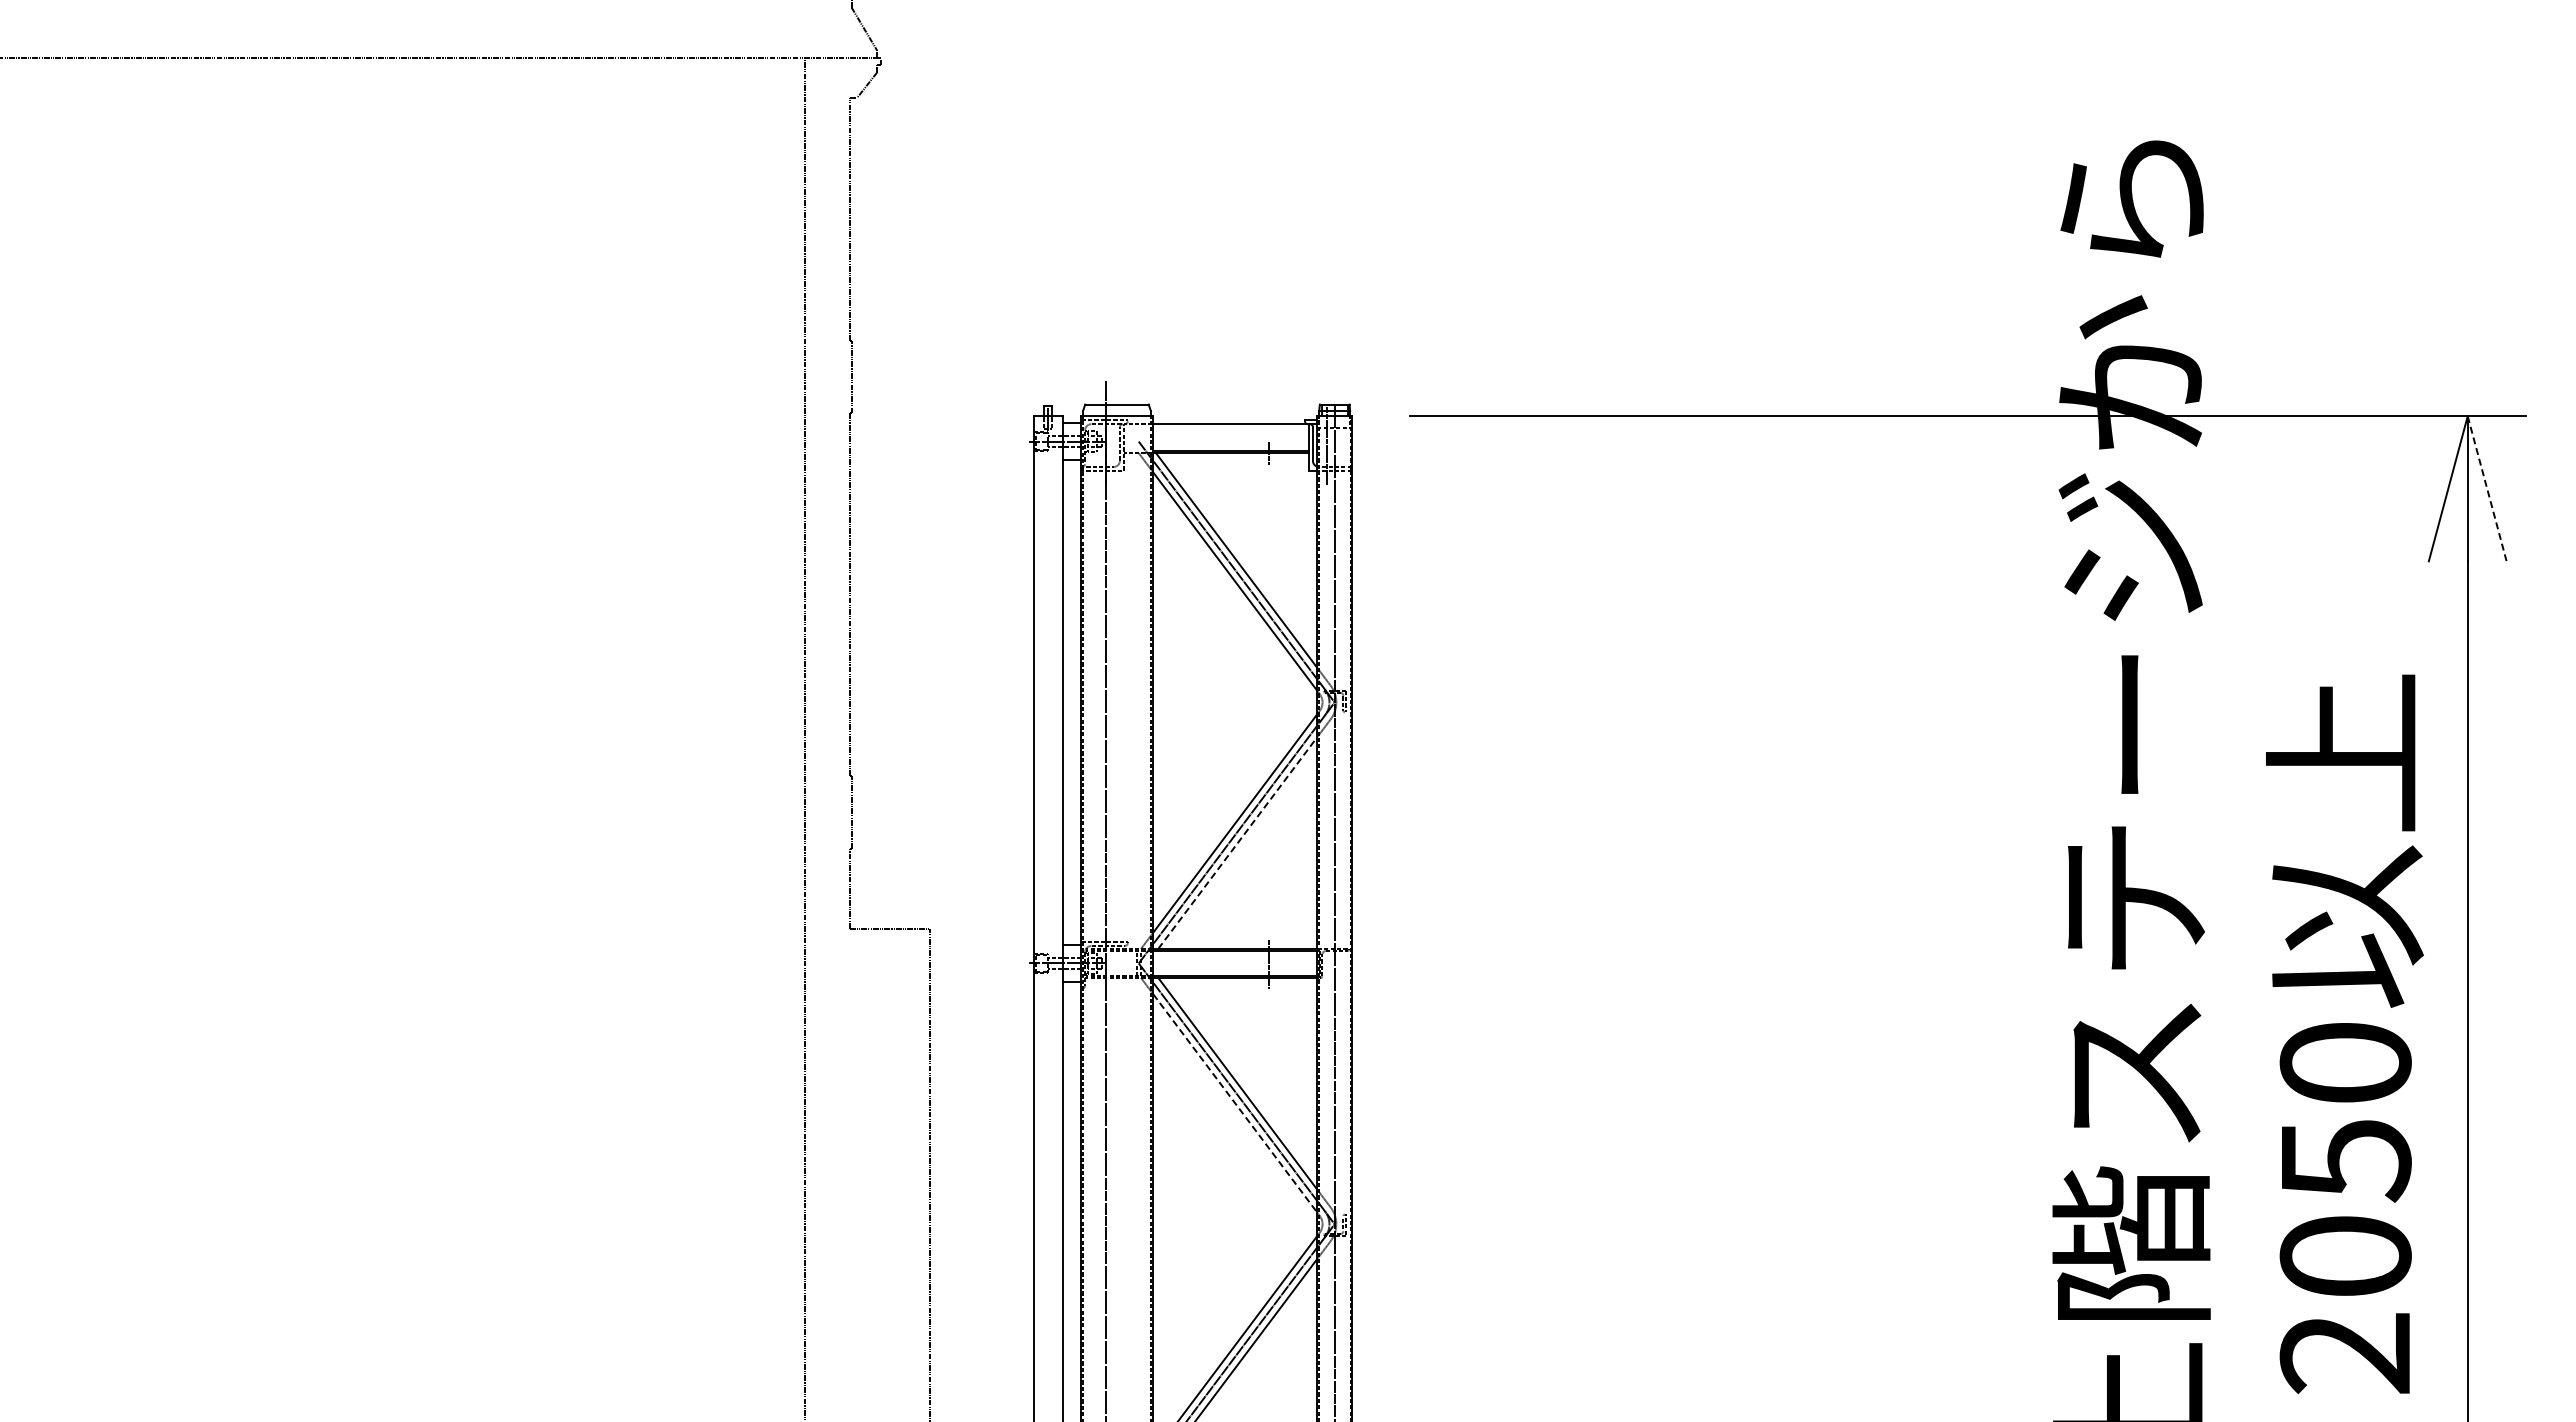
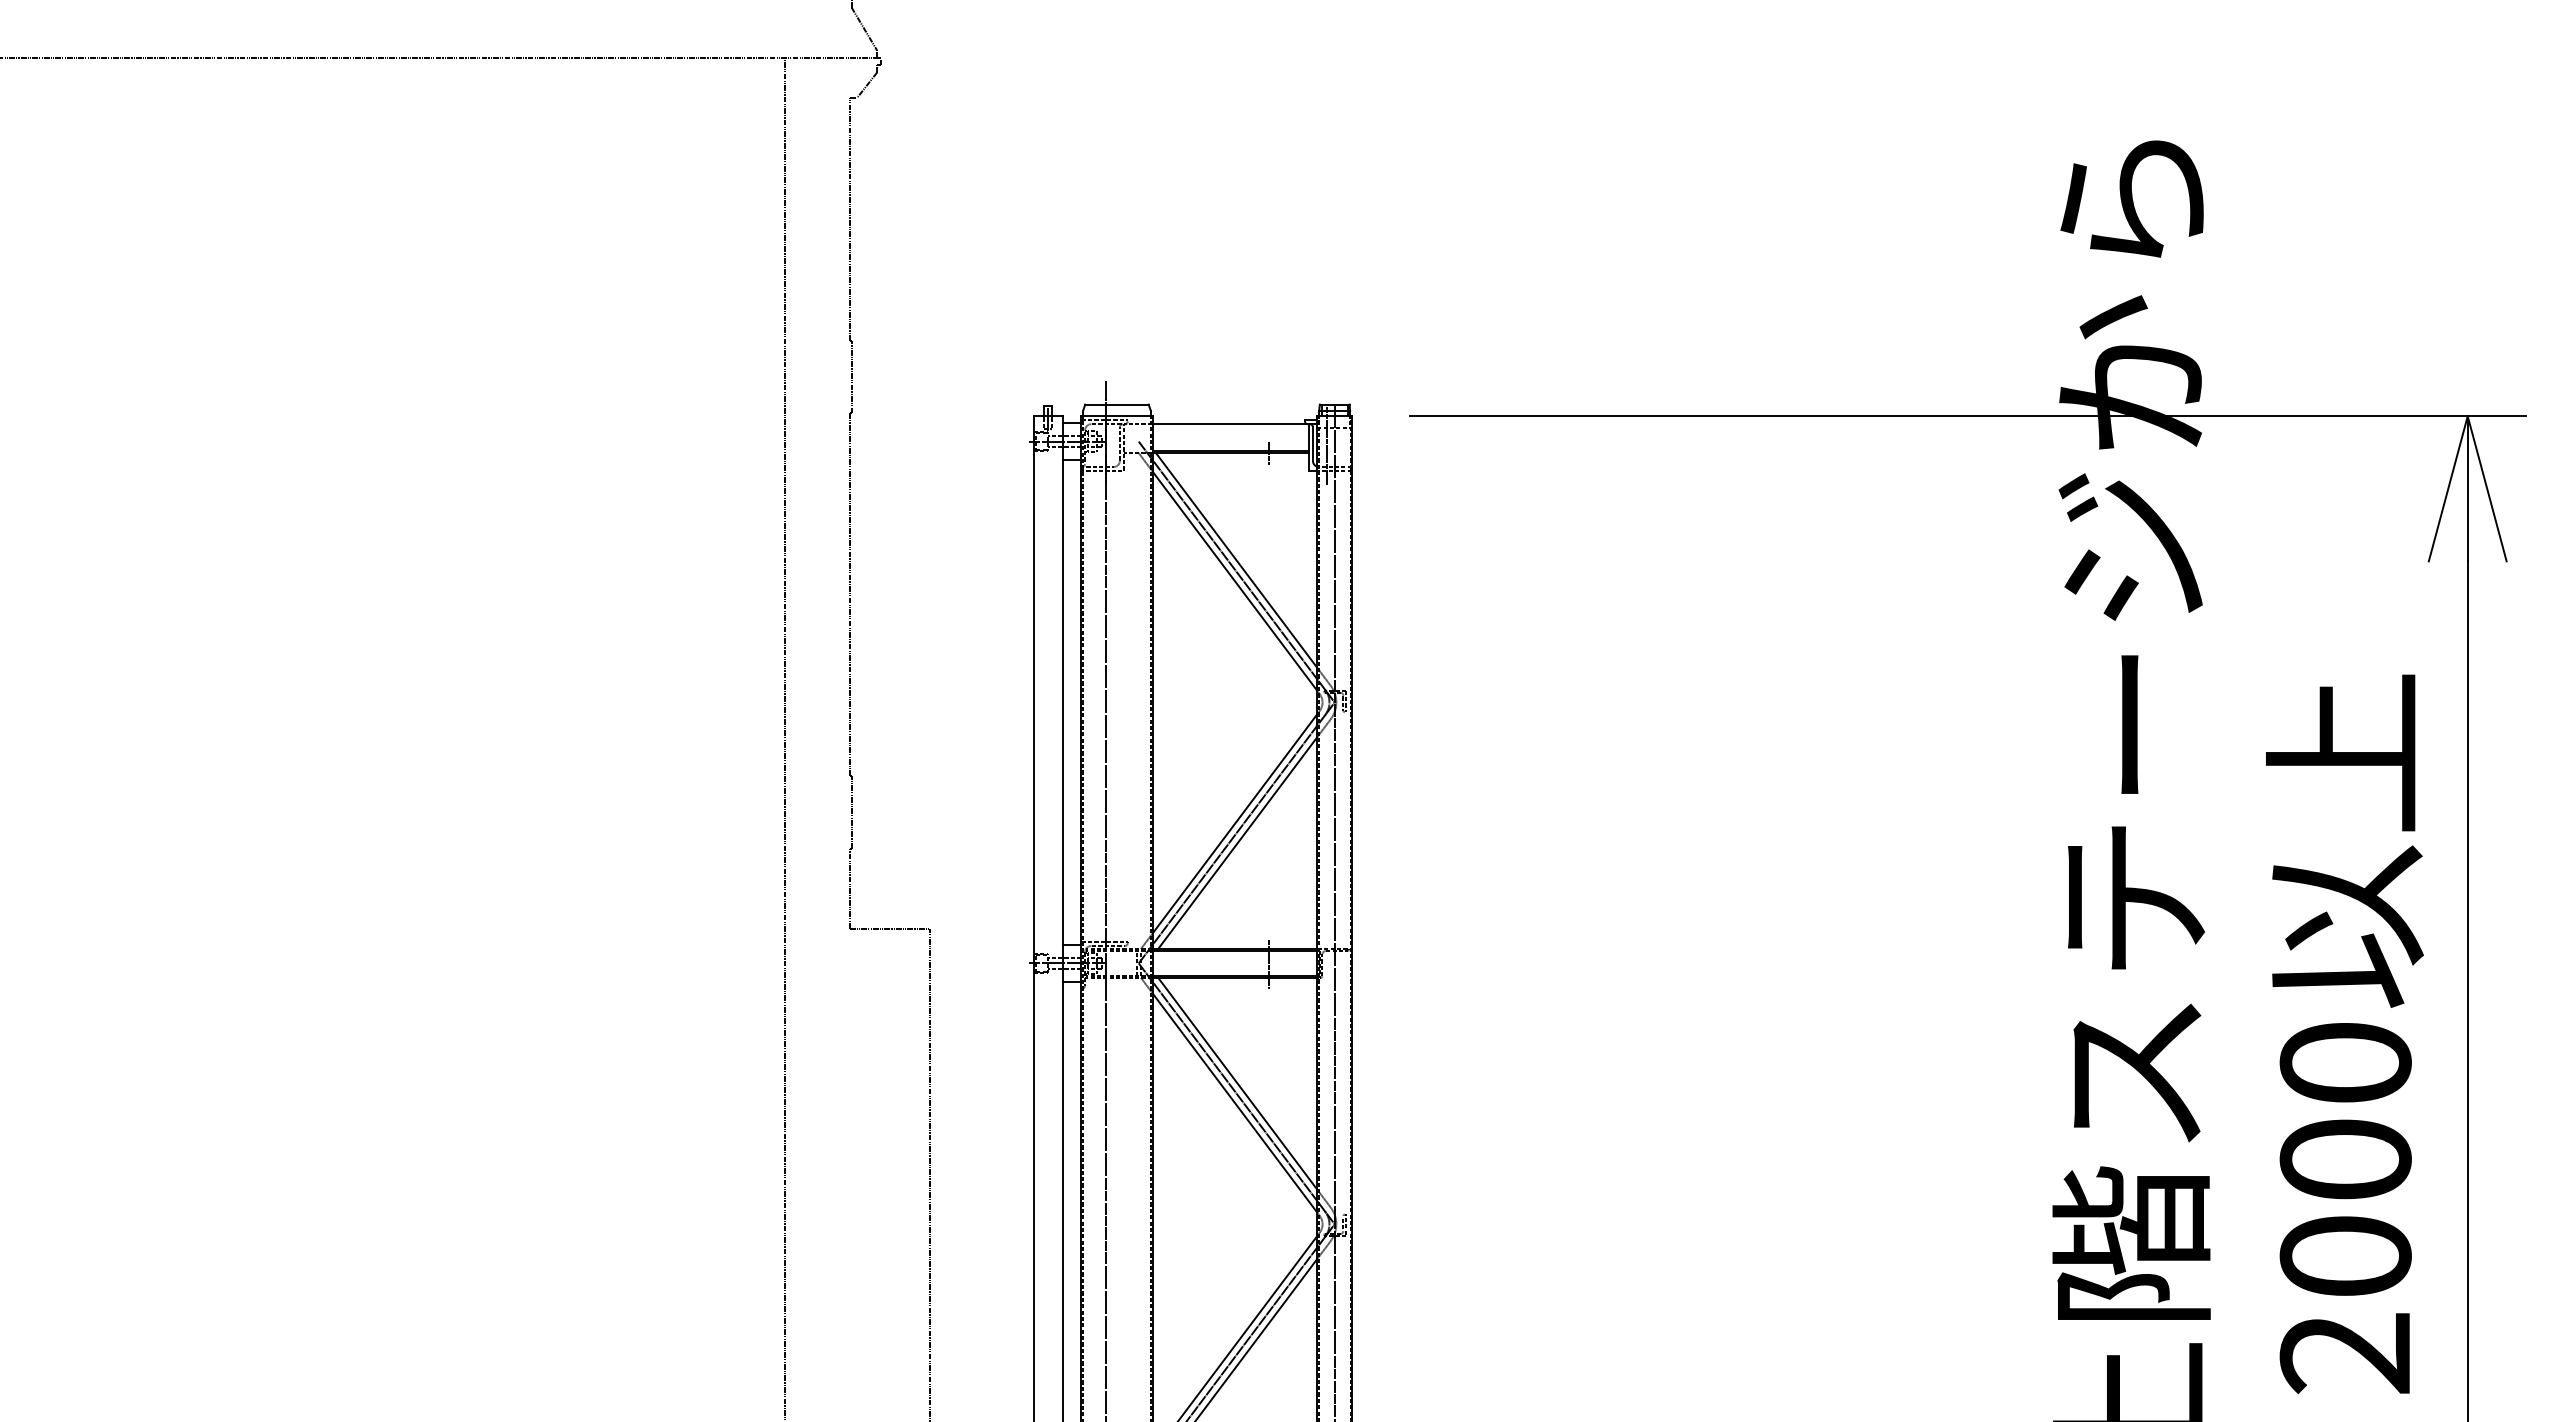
line at (2487, 489): dashed -> solid
line at (804, 737) position: (804, 737) -> (784, 737)
line at (1237, 842): dashed -> solid
line at (1235, 1103): dashed -> solid
text at (2345, 1160): 2050 -> 2000
